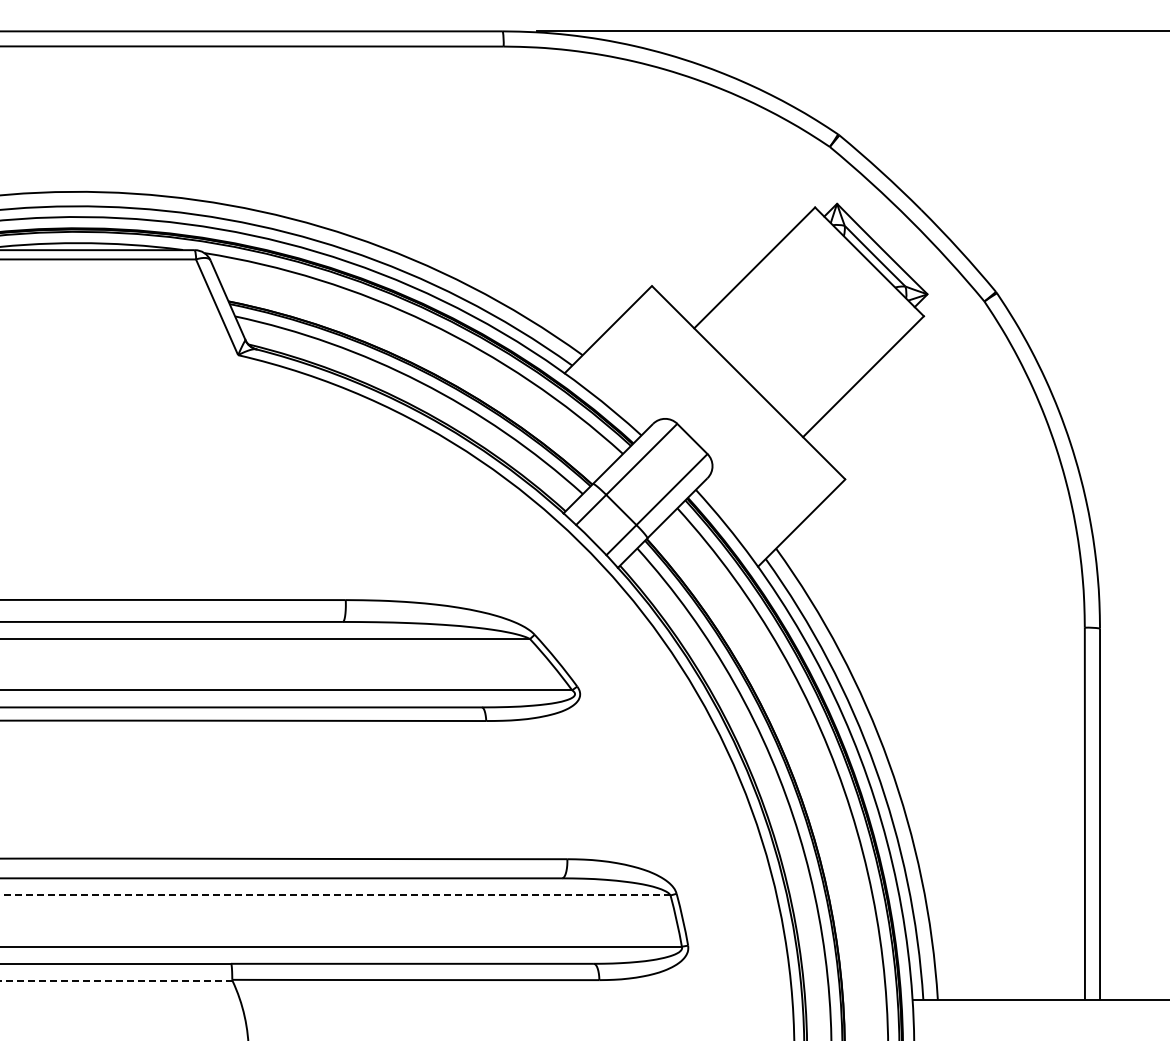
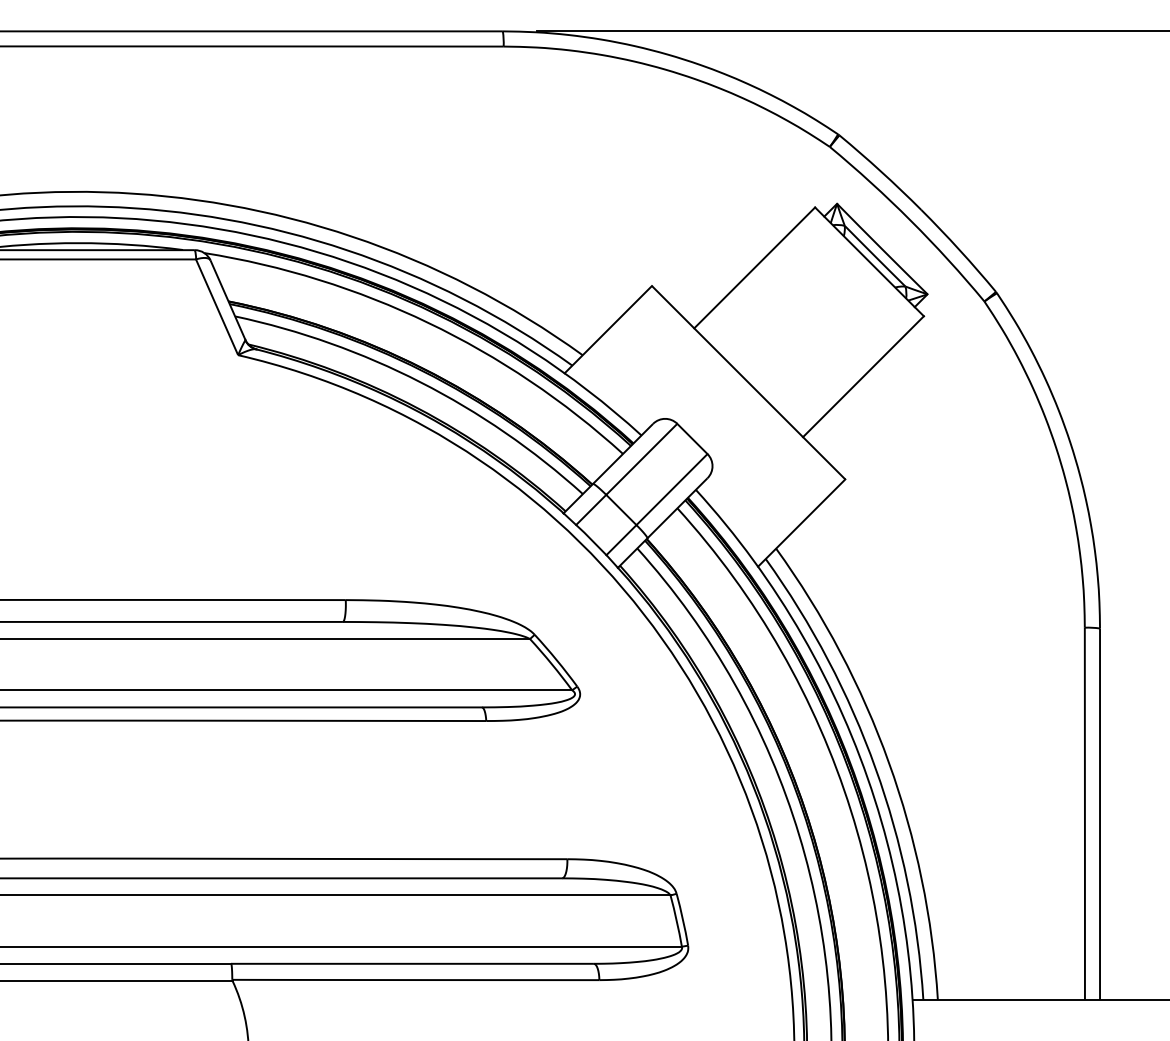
line at (335, 895): dashed -> solid
line at (116, 980): dashed -> solid
